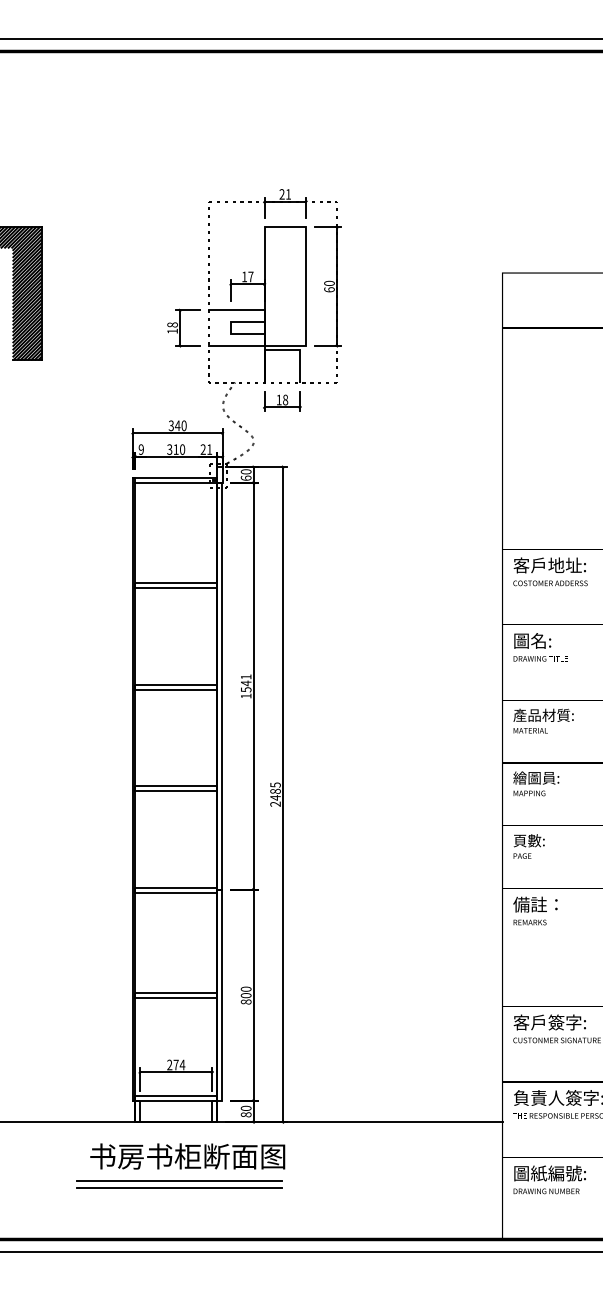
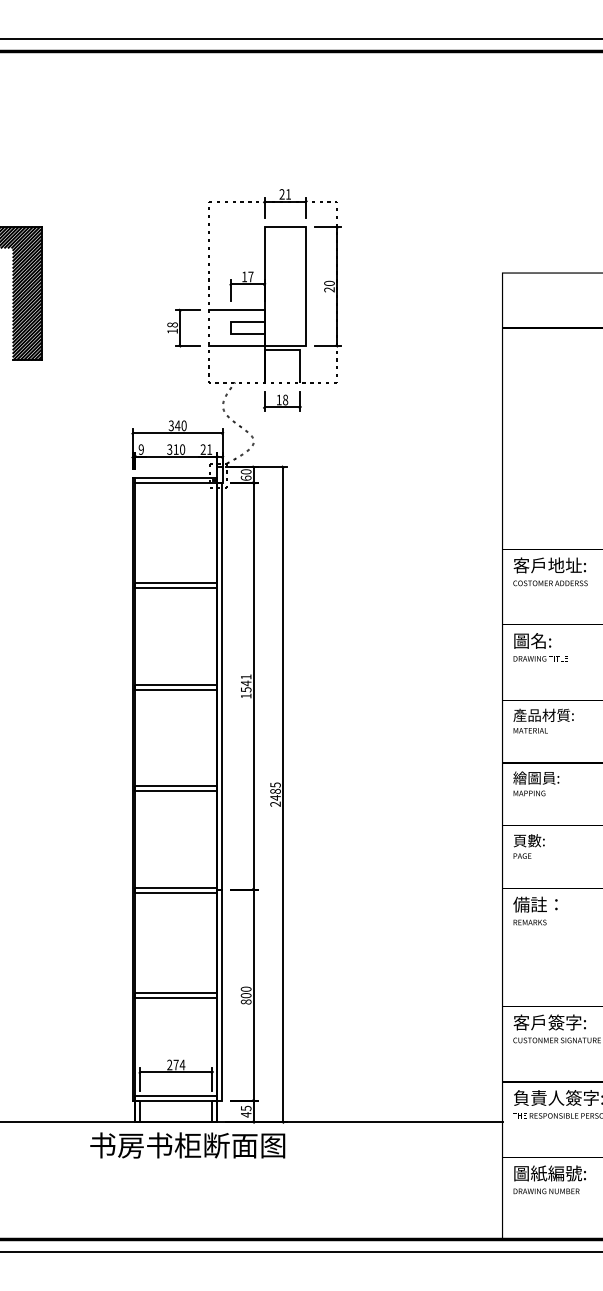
text at (329, 289): 60 -> 20
text at (245, 1111): 80 -> 45
text at (187, 1156) position: (187, 1156) -> (187, 1145)
line at (179, 1181): present -> none
line at (179, 1187): present -> none
